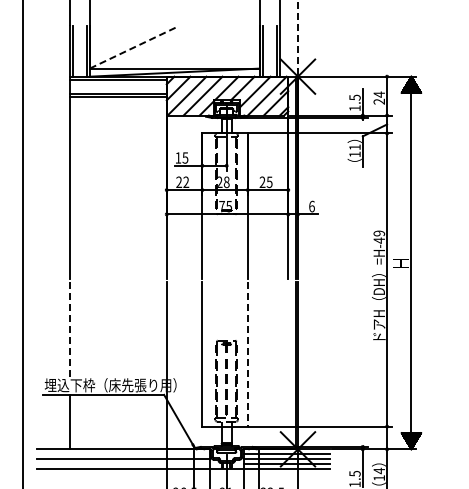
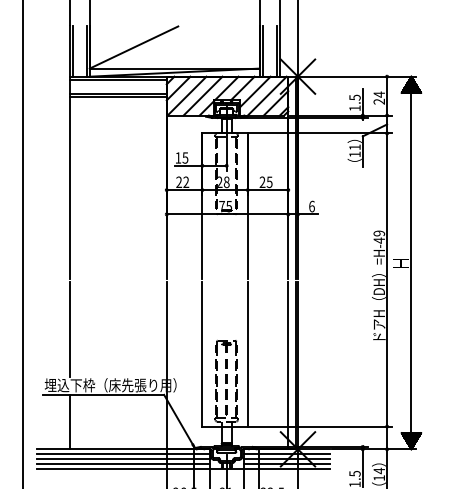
line at (297, 37): dashed -> solid
line at (134, 47): dashed -> solid
line at (69, 329): dashed -> solid
line at (247, 354): dashed -> solid
line at (288, 365): none -> present
line at (123, 454): none -> present
line at (123, 463): none -> present
